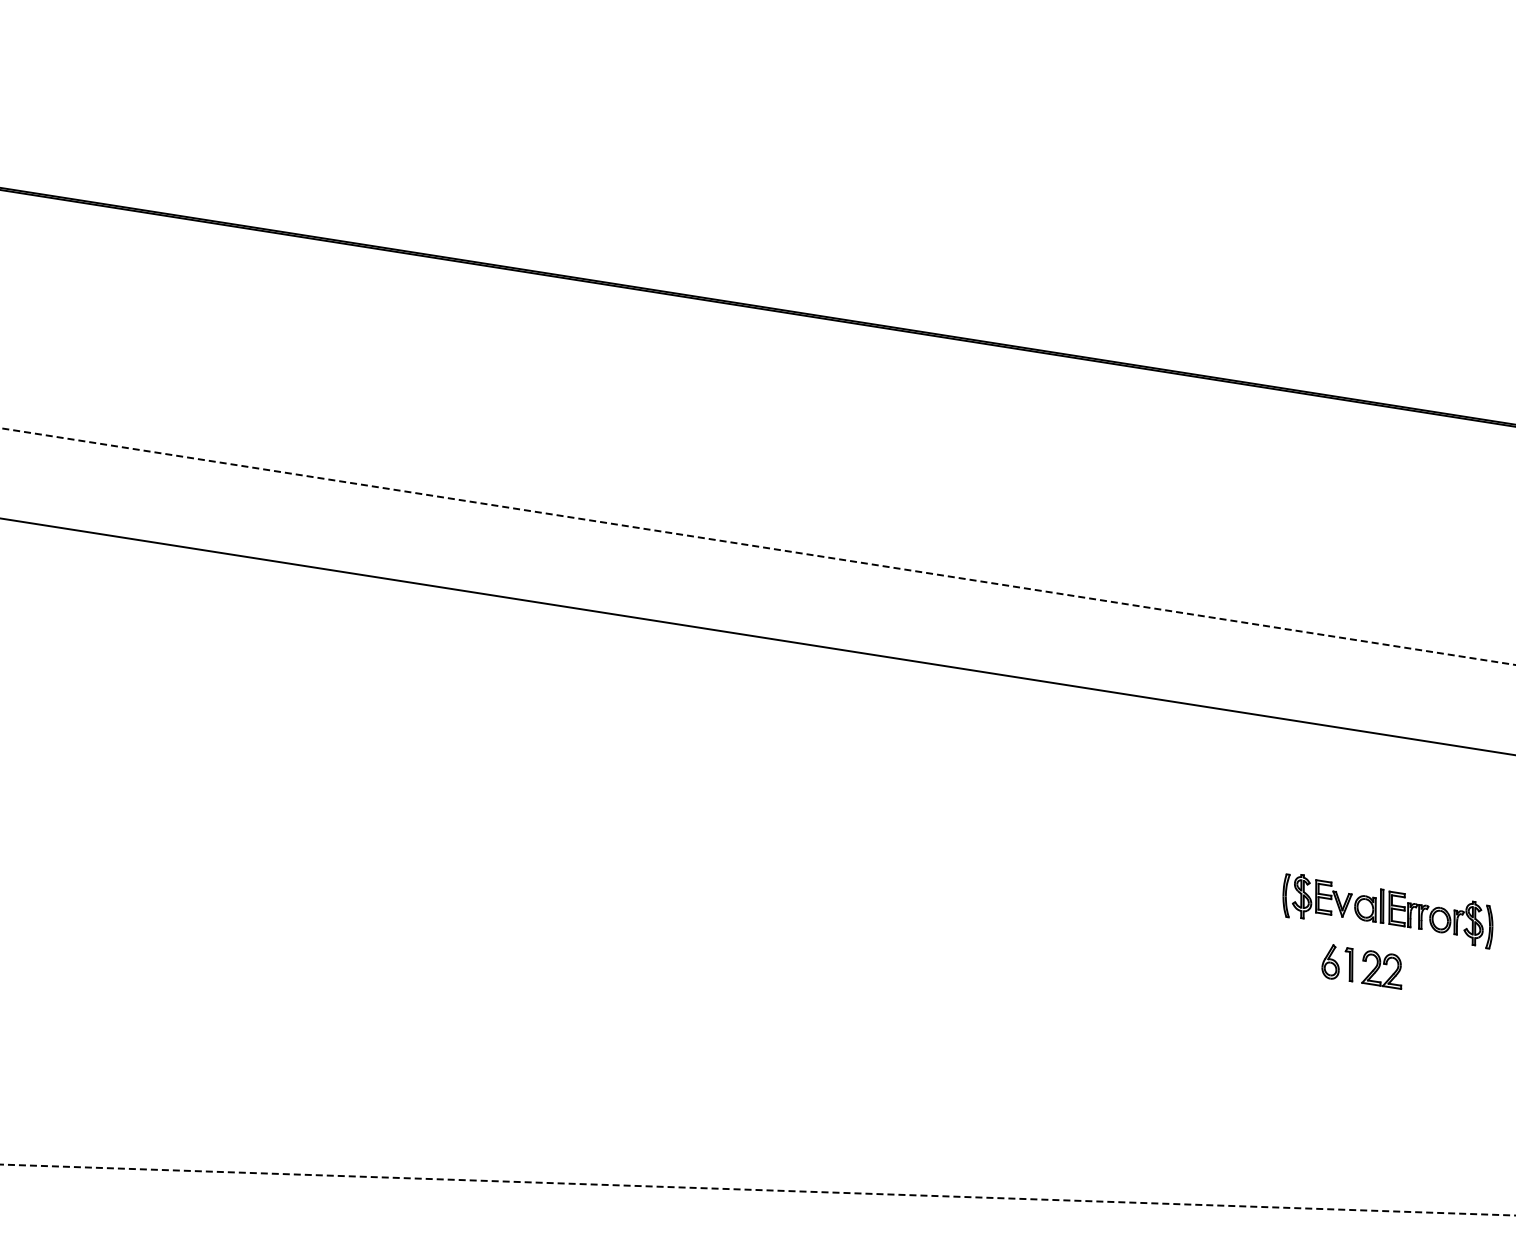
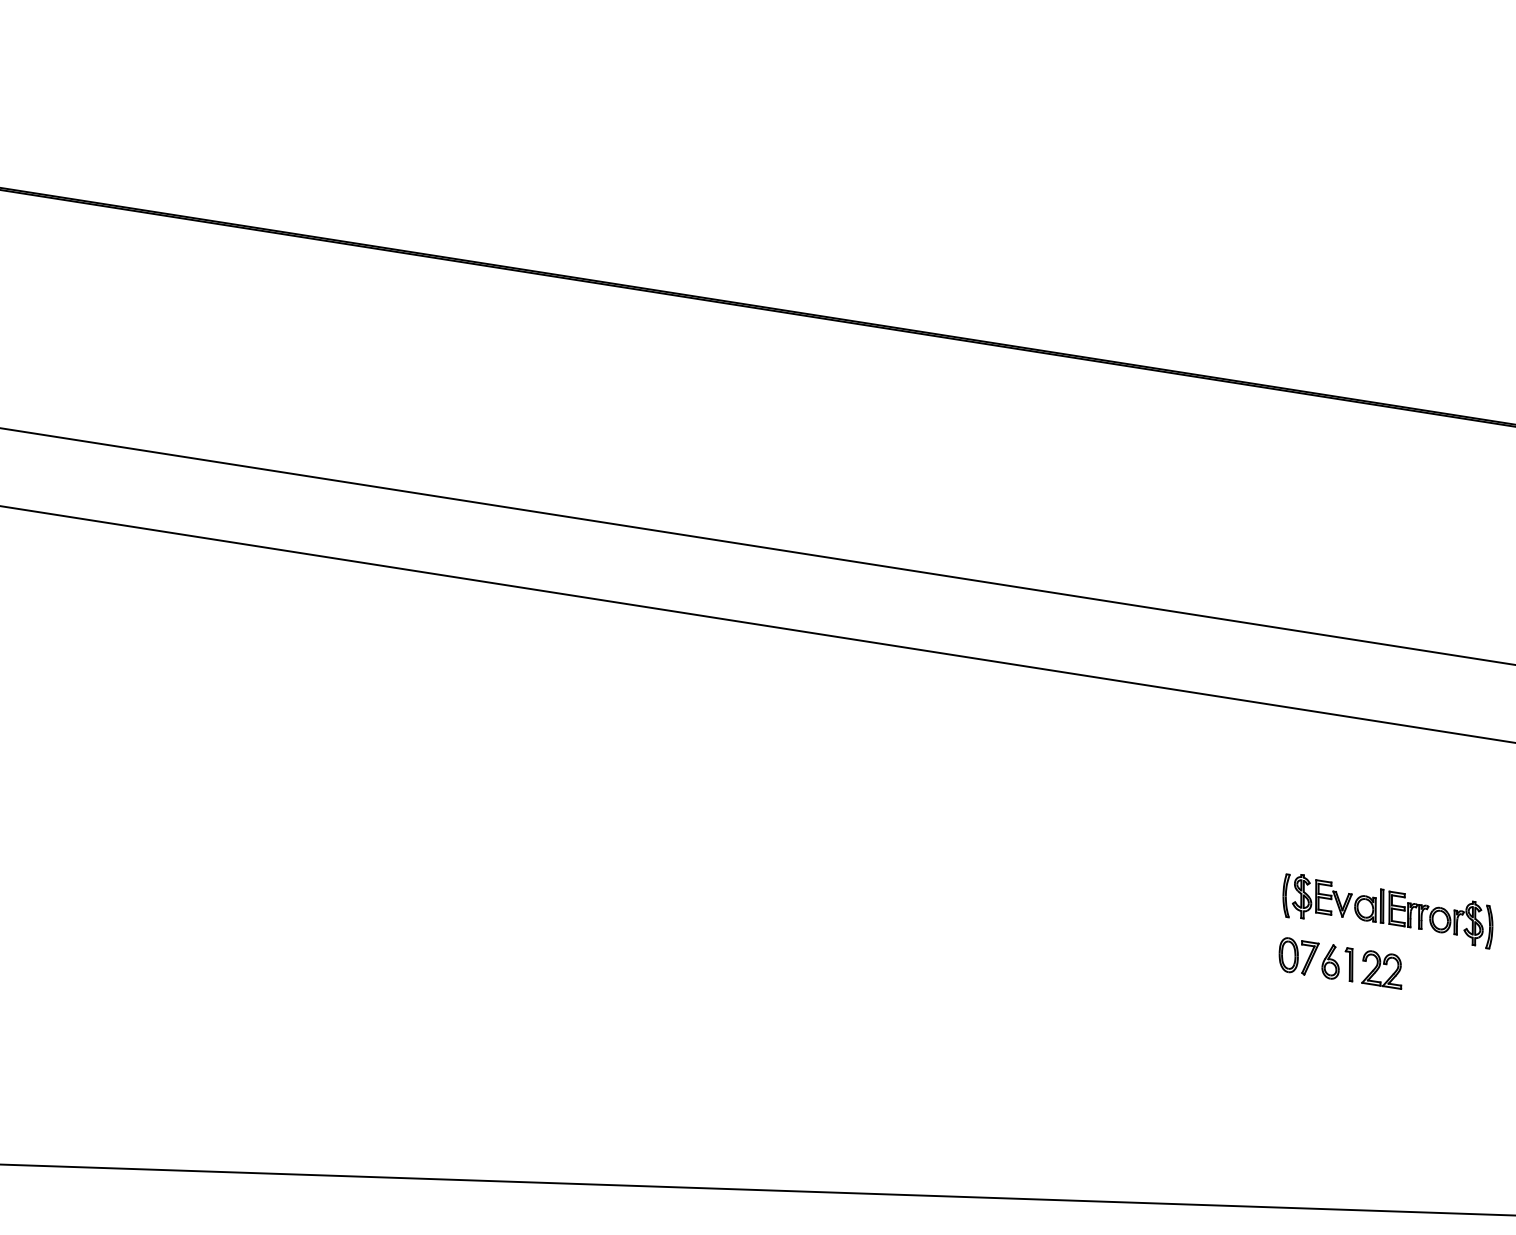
line at (758, 546): dashed -> solid
line at (757, 636) position: (757, 636) -> (757, 624)
part at (1298, 956): none -> present
line at (758, 1190): dashed -> solid
